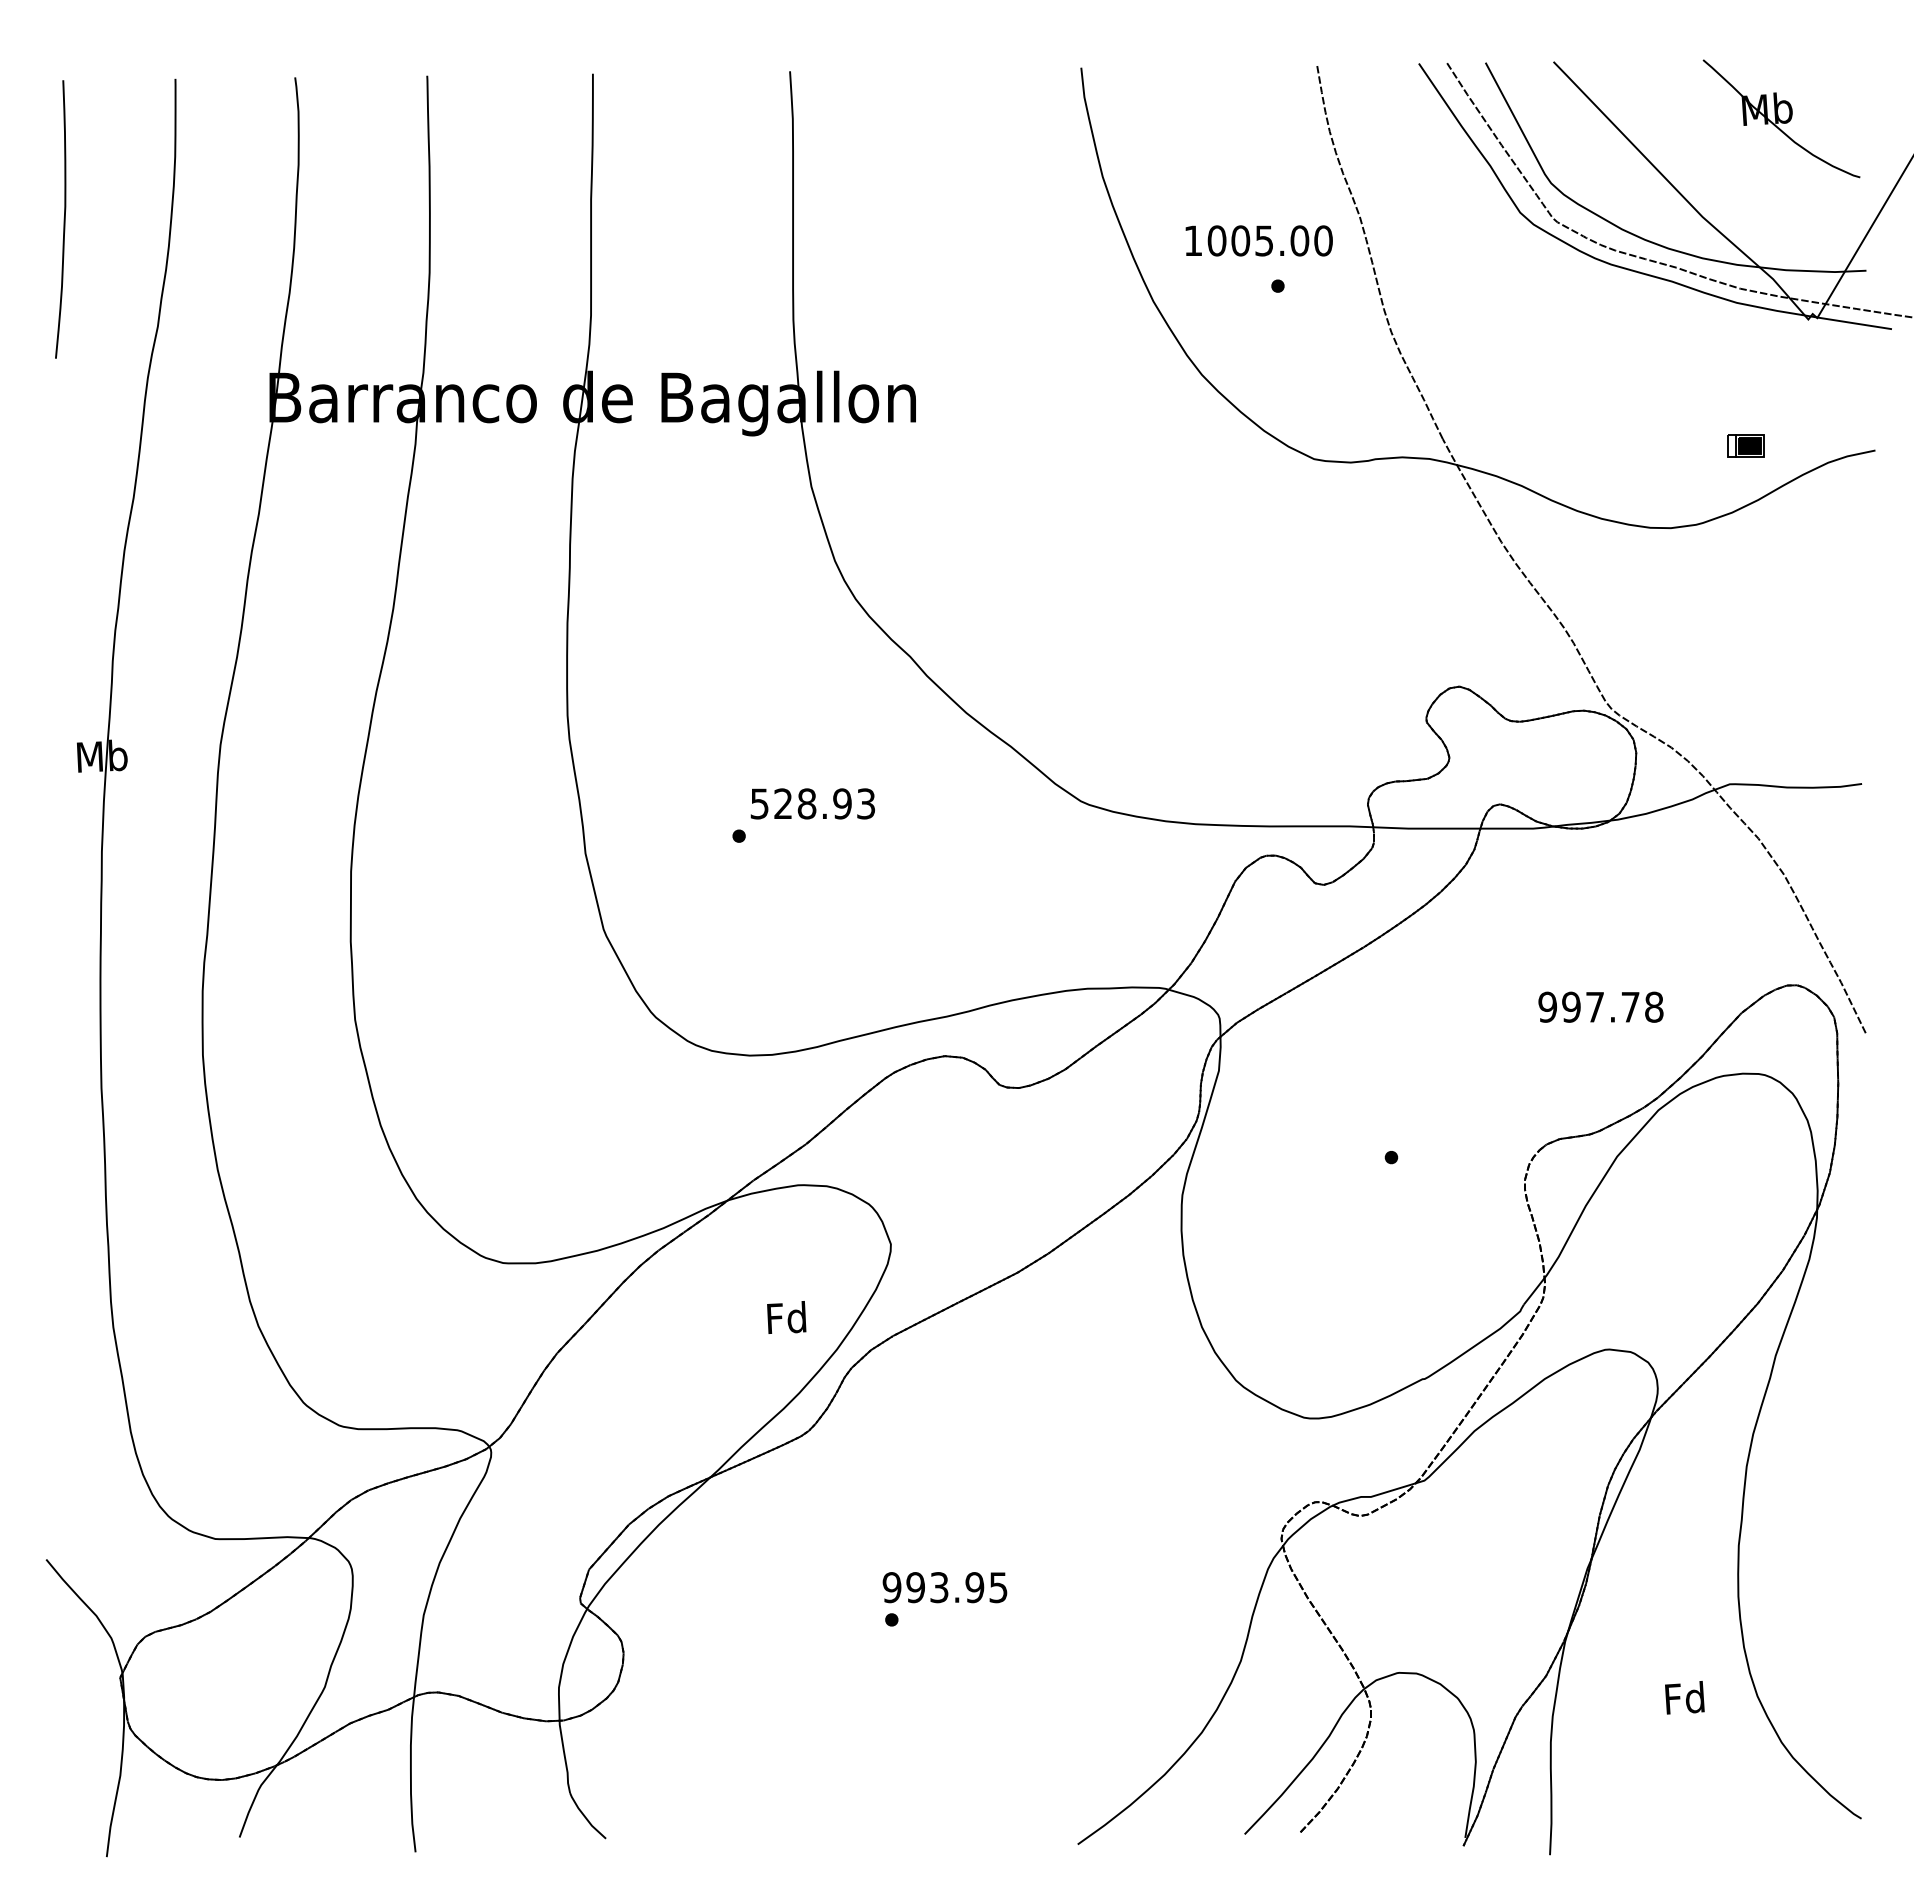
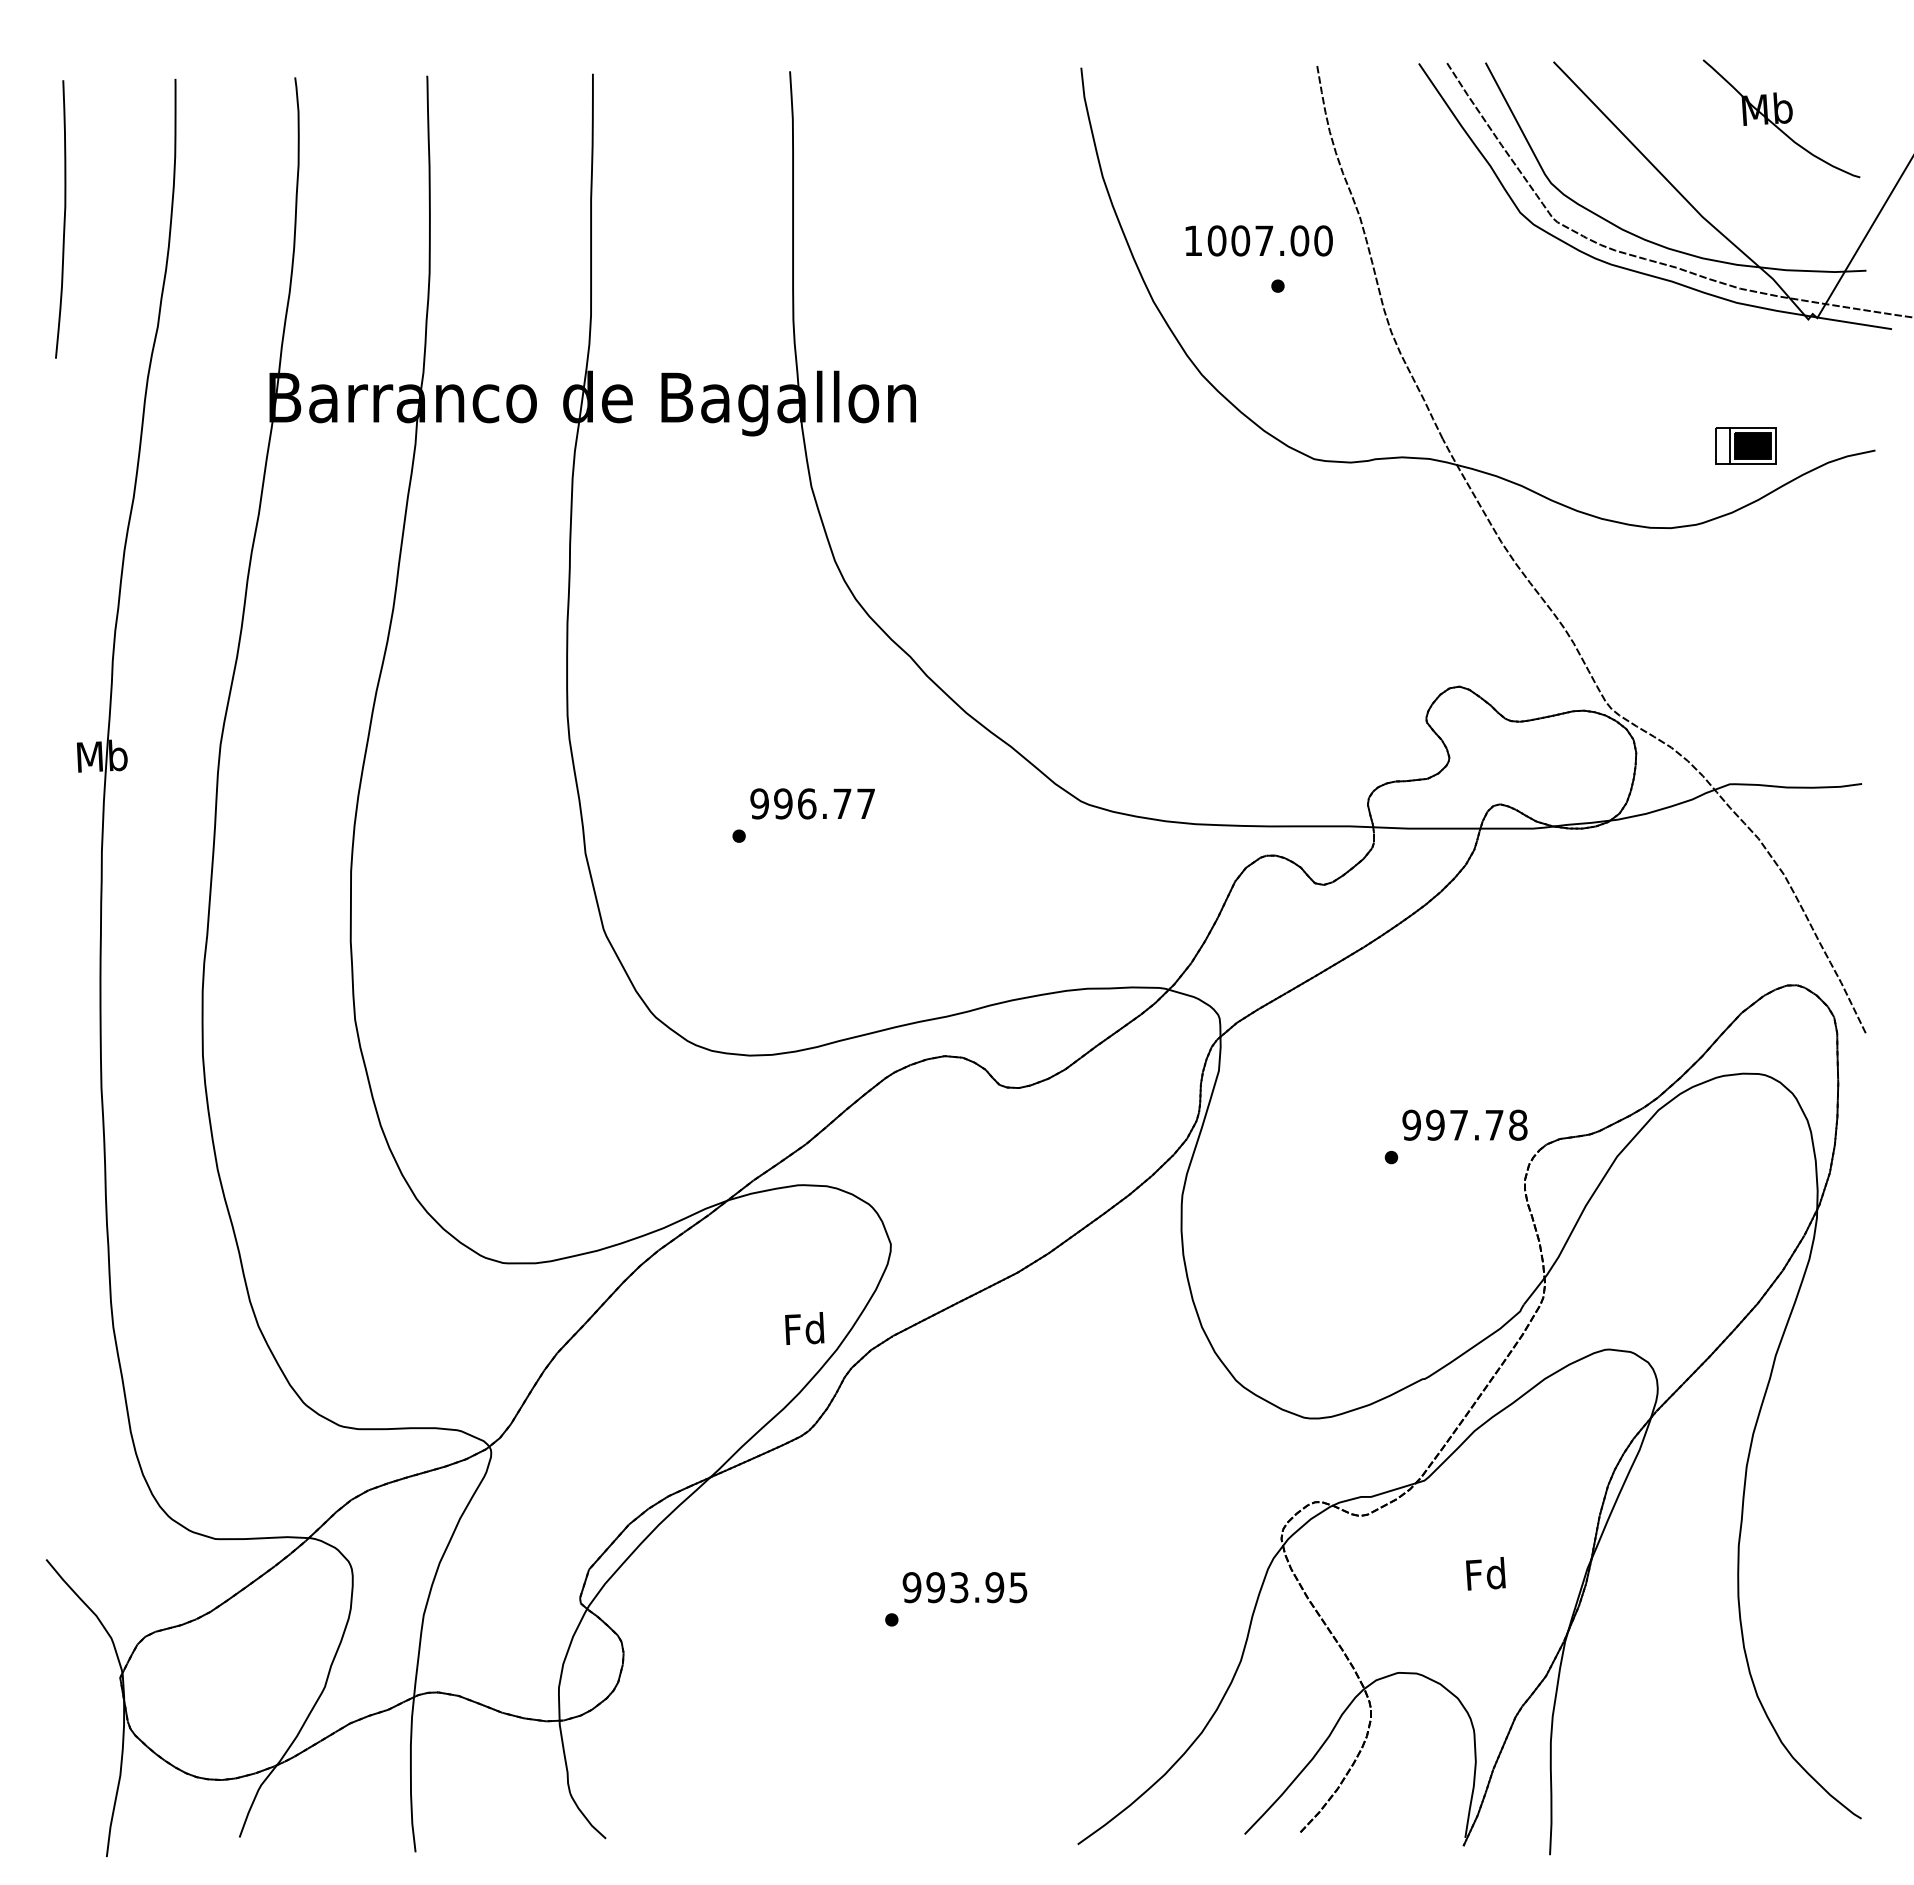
text at (1264, 240): 1005.00 -> 1007.00
part at (1745, 445) size: 38x24 px -> 62x38 px
text at (812, 803): 528.93 -> 996.77
text at (1600, 1006) position: (1600, 1006) -> (1464, 1124)
text at (786, 1317) position: (786, 1317) -> (804, 1328)
text at (944, 1587) position: (944, 1587) -> (964, 1587)
text at (1684, 1697) position: (1684, 1697) -> (1485, 1573)
